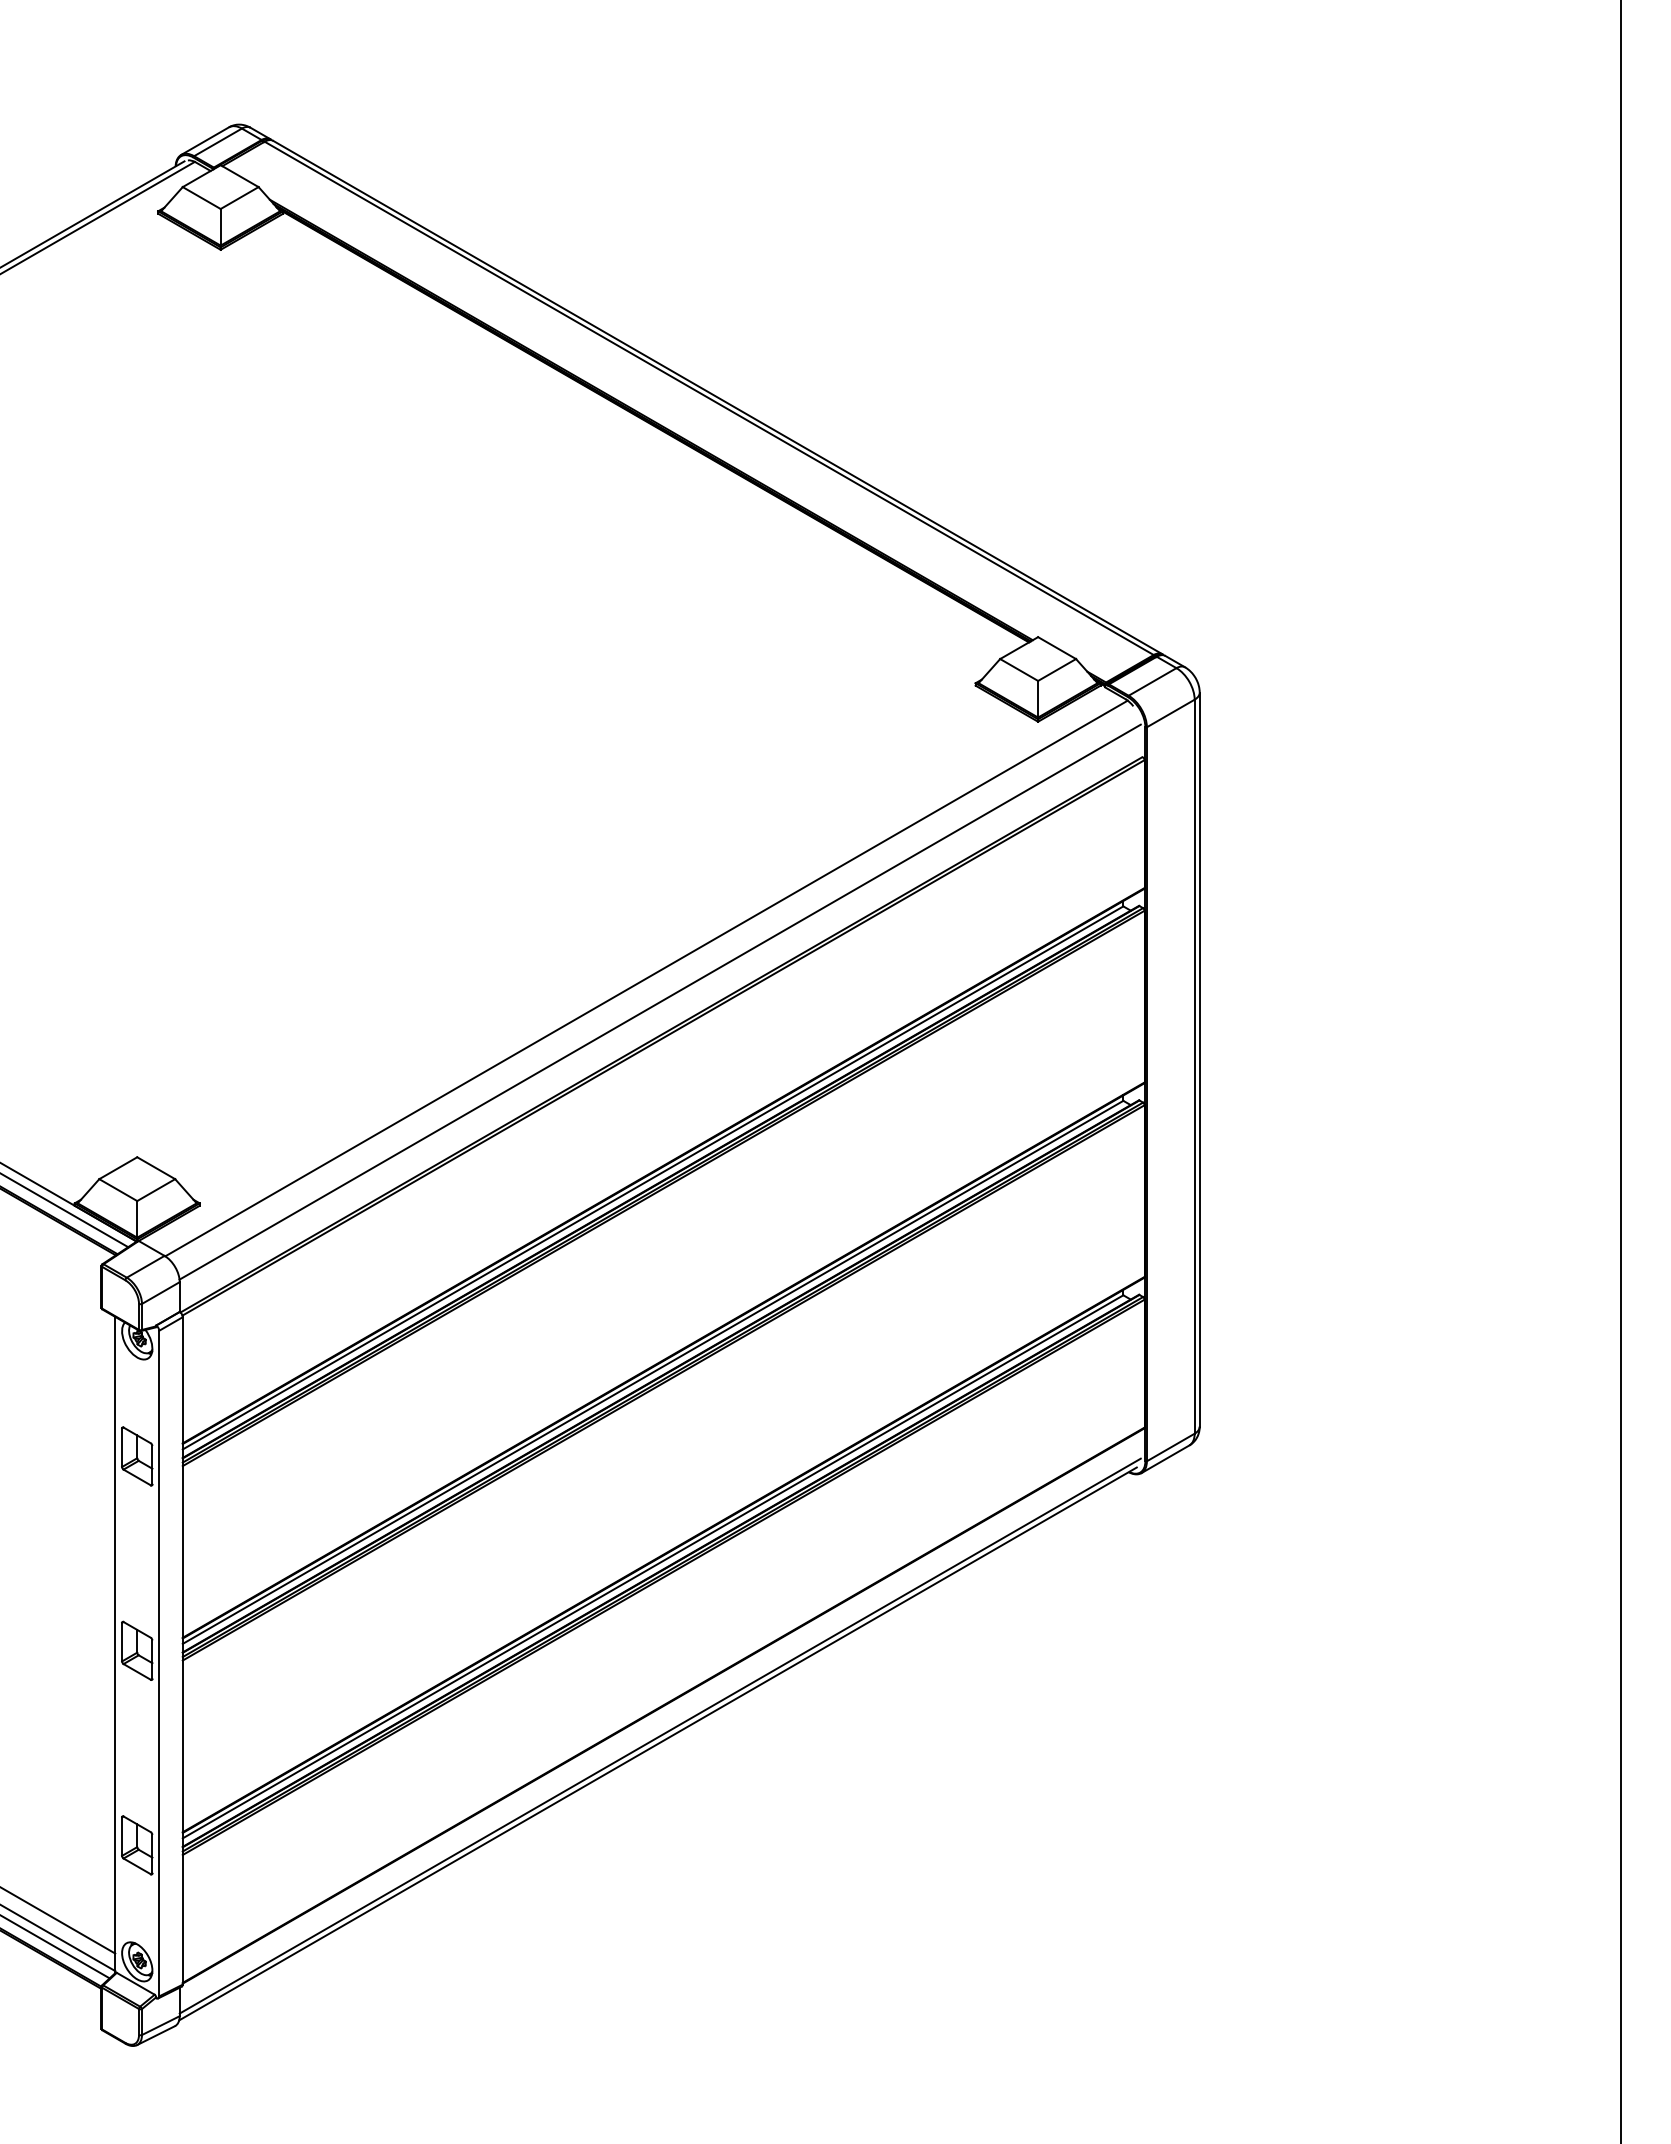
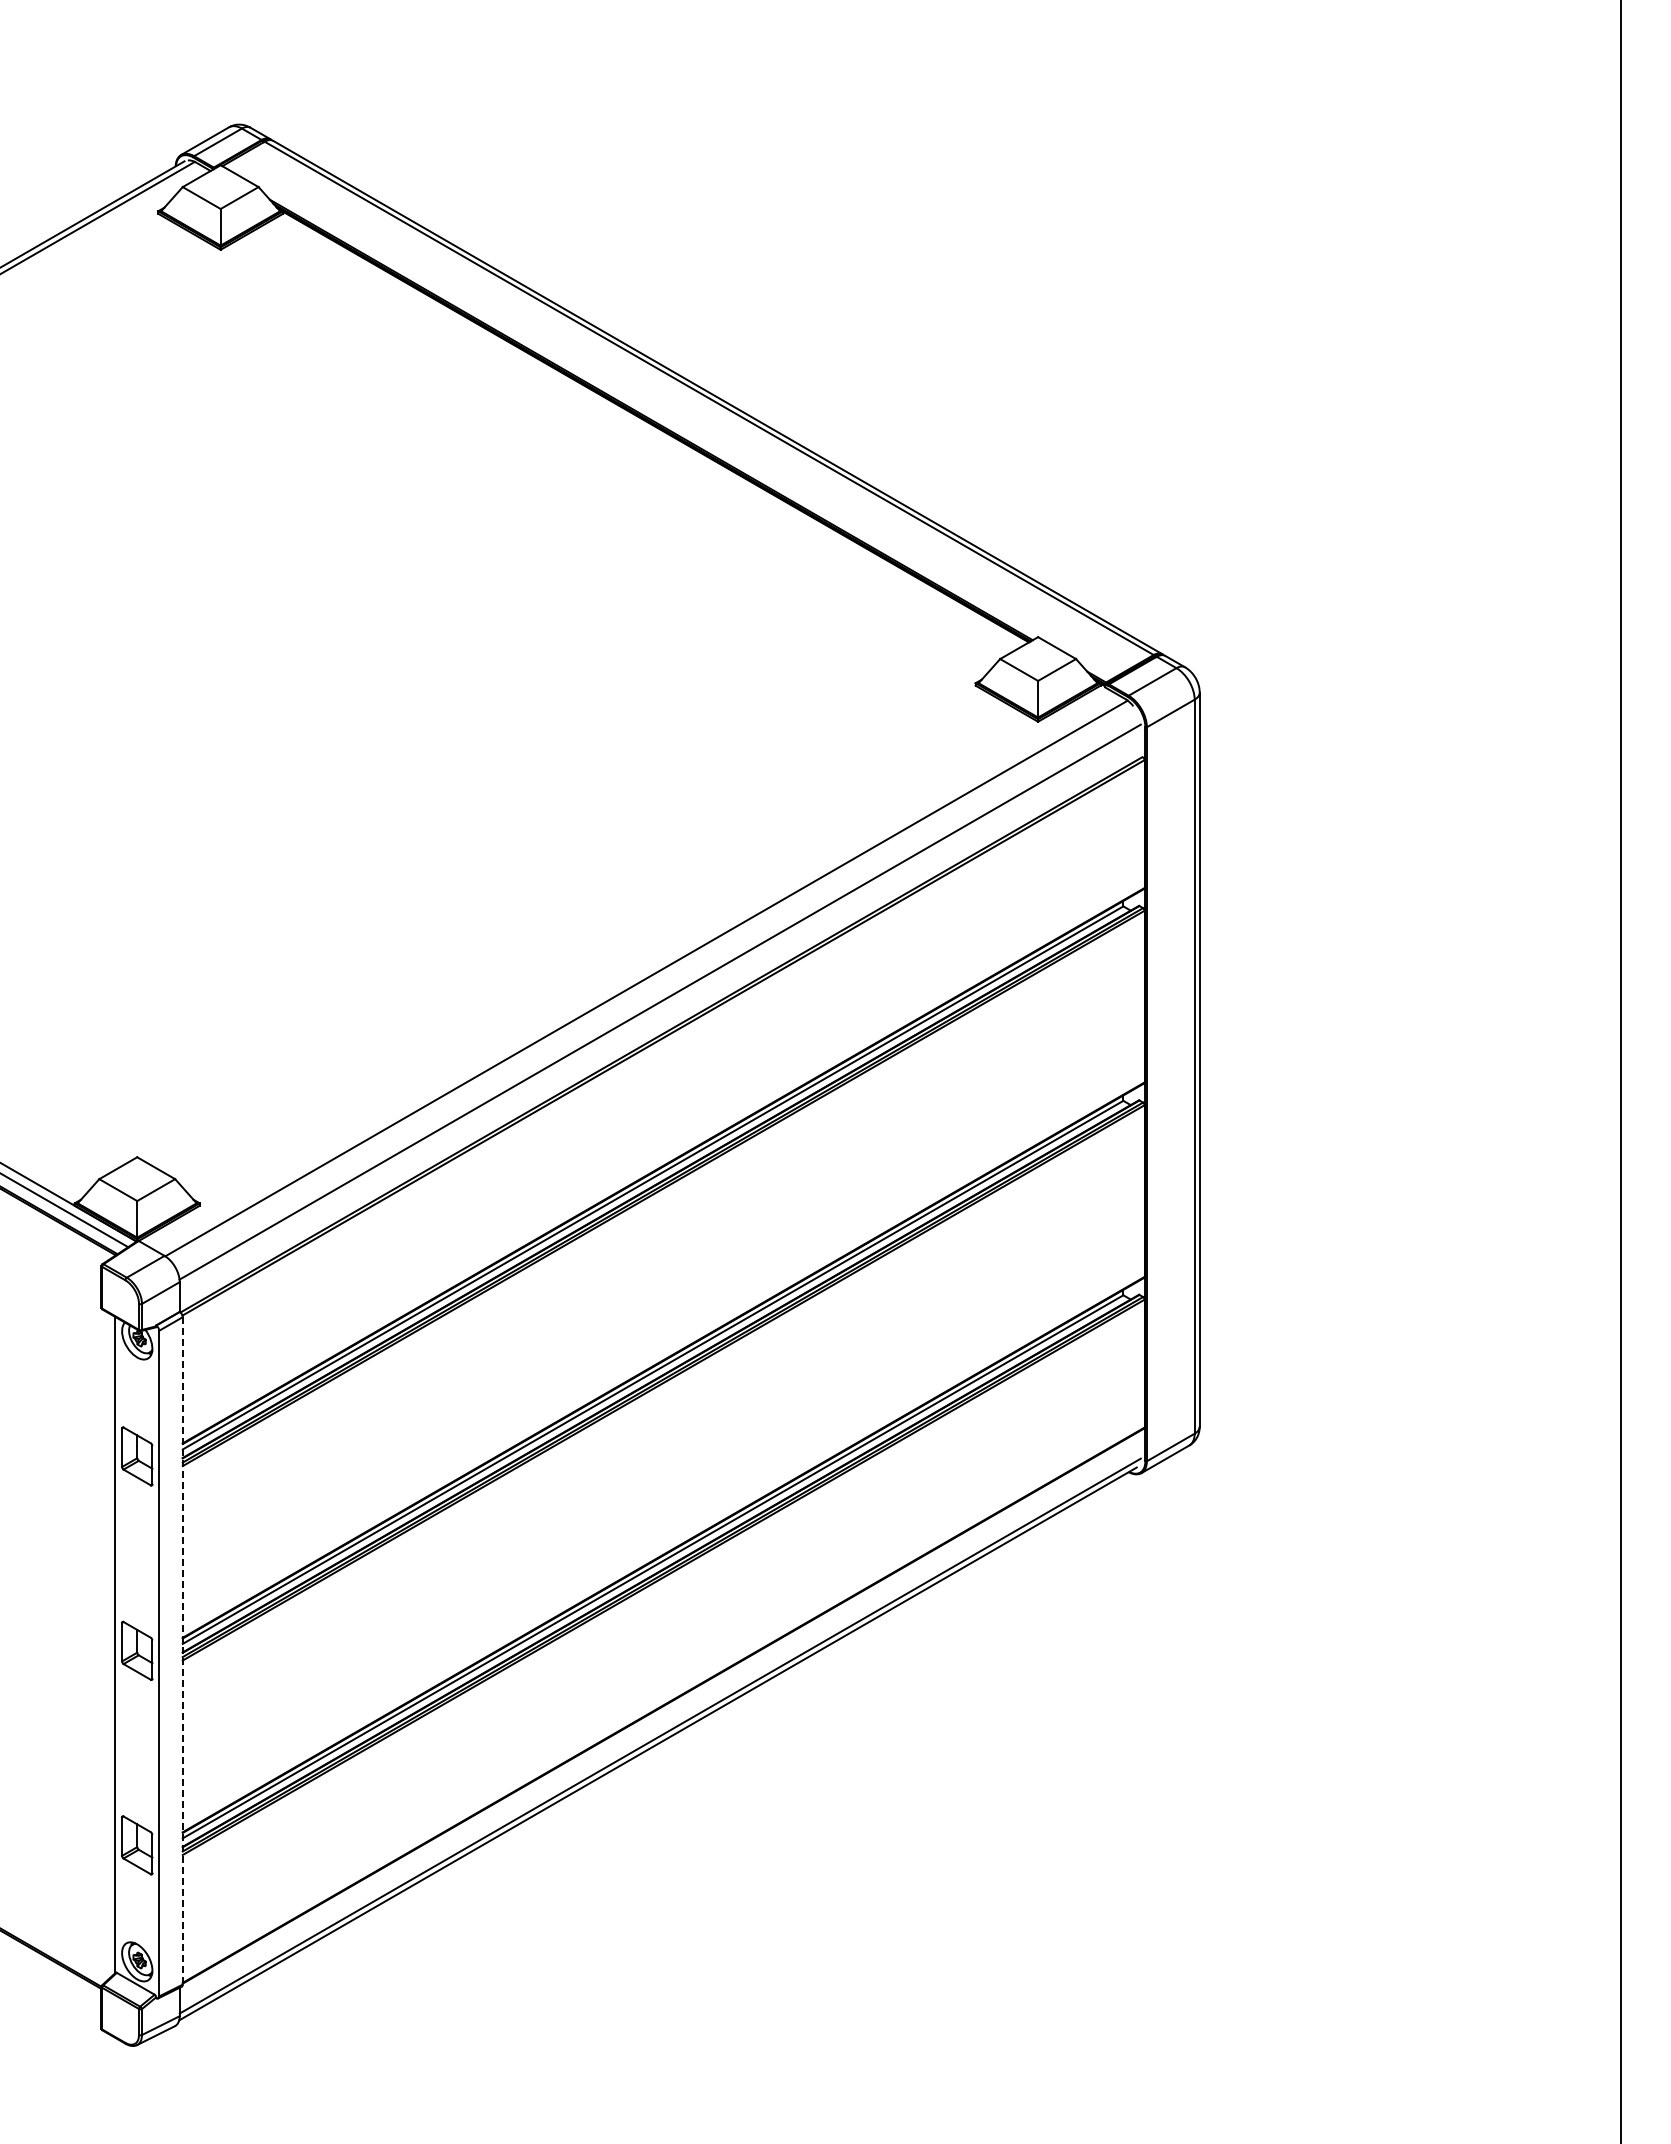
line at (182, 1650): solid -> dashed
line at (58, 1920): present -> none
line at (58, 1938): present -> none
line at (55, 1947): present -> none
